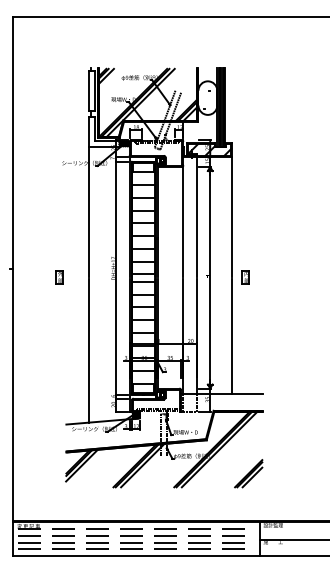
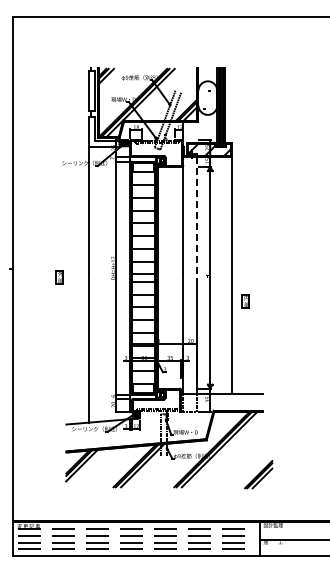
line at (196, 216): solid -> dashed
part at (245, 277) position: (245, 277) -> (245, 301)
part at (248, 473) position: (248, 473) -> (258, 474)
